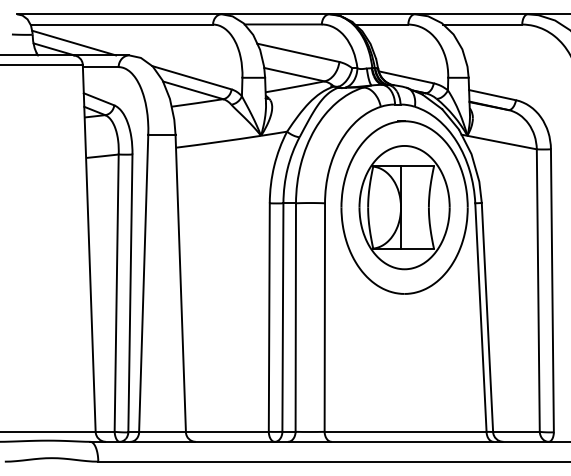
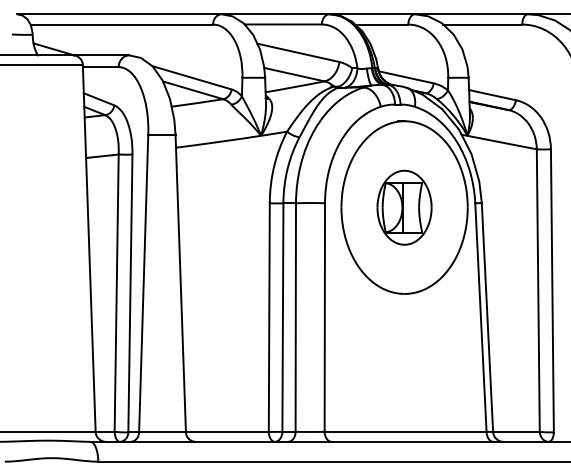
line at (74, 42): present -> none
part at (404, 207) size: 93x126 px -> 57x77 px
